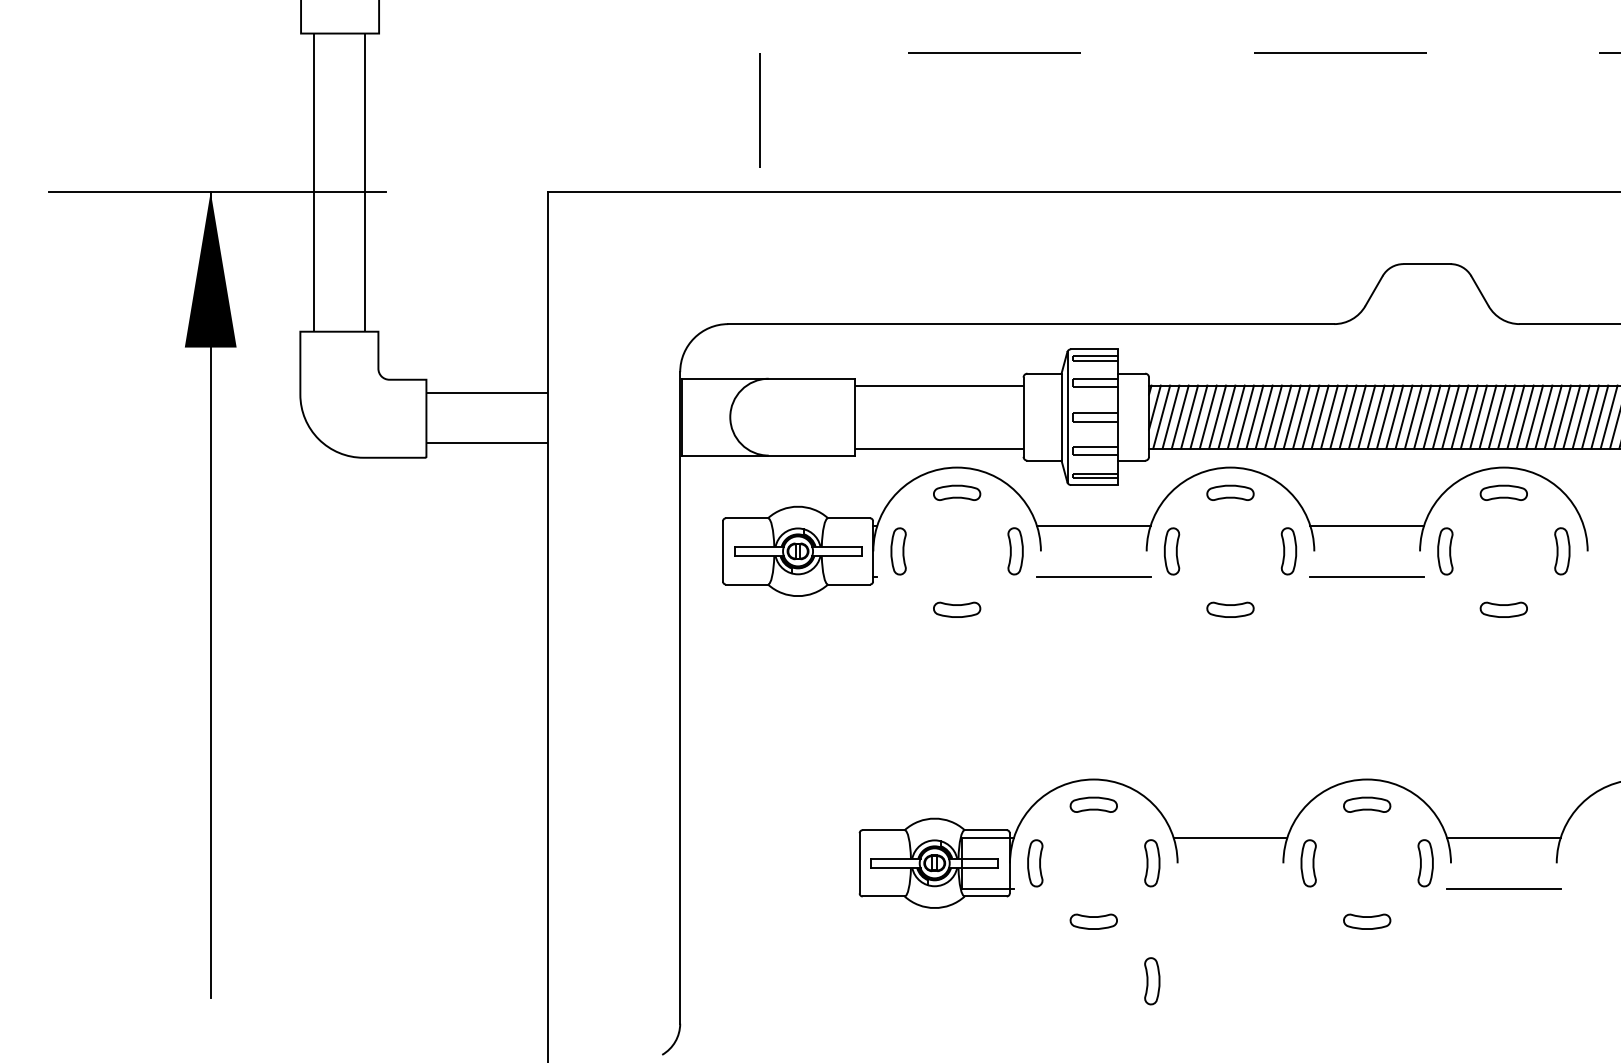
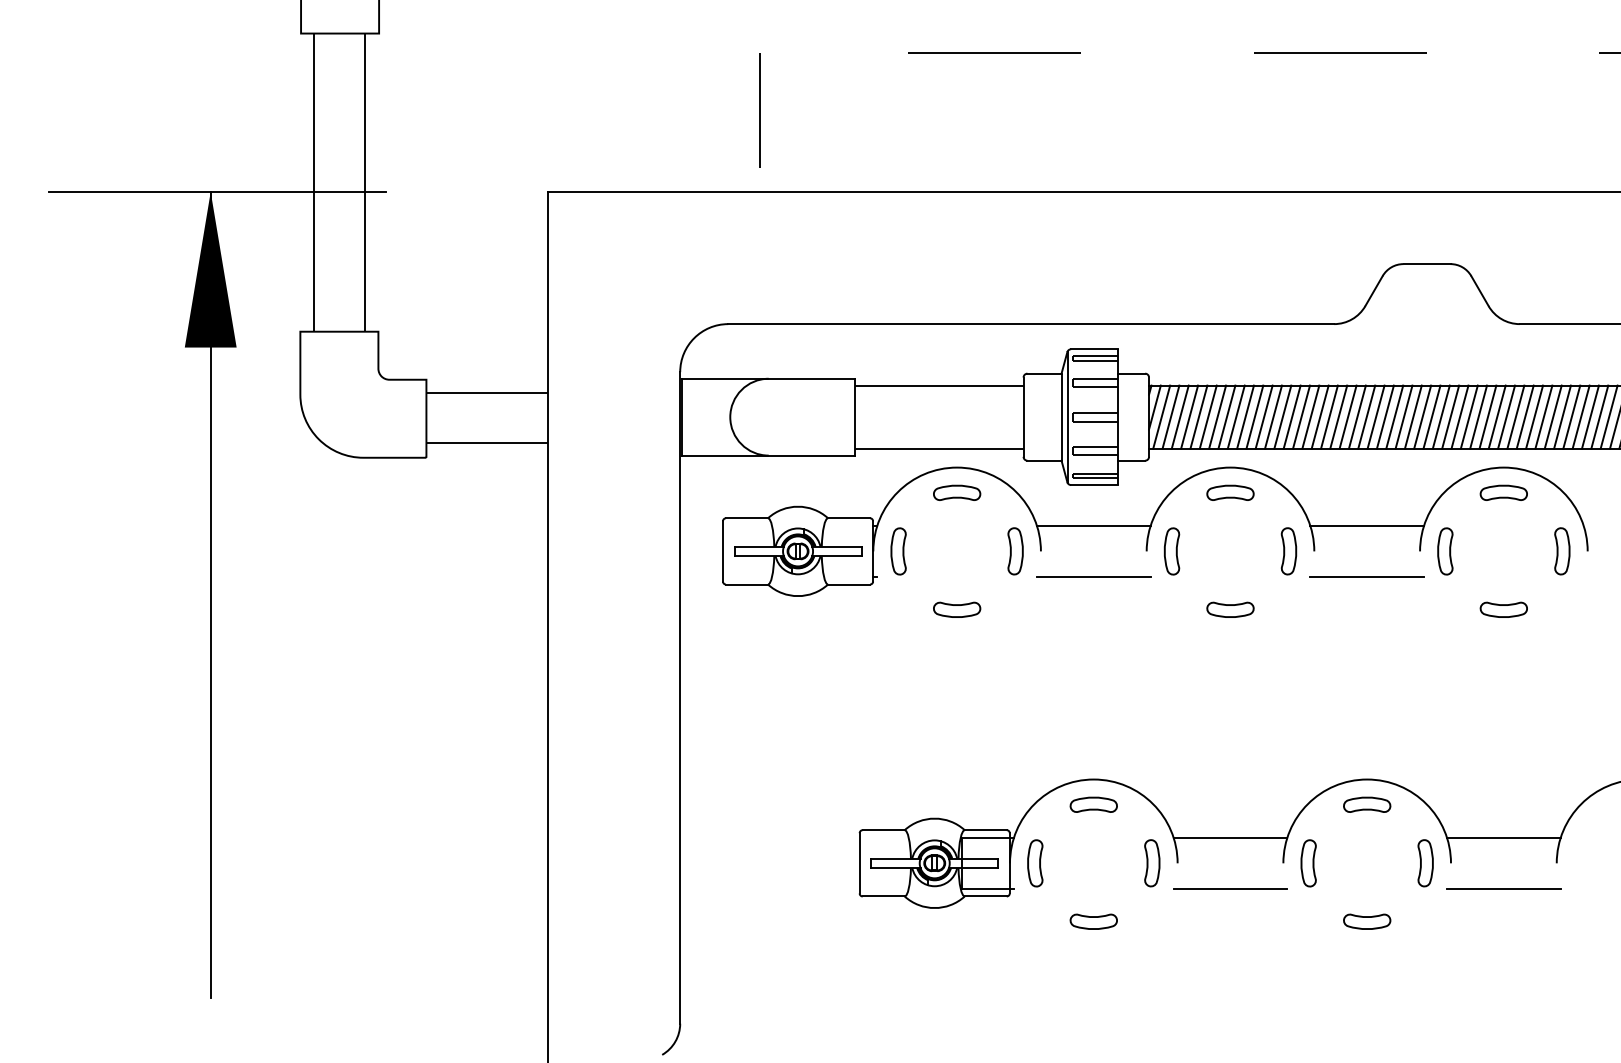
line at (1230, 888): none -> present
part at (1152, 981): present -> none
